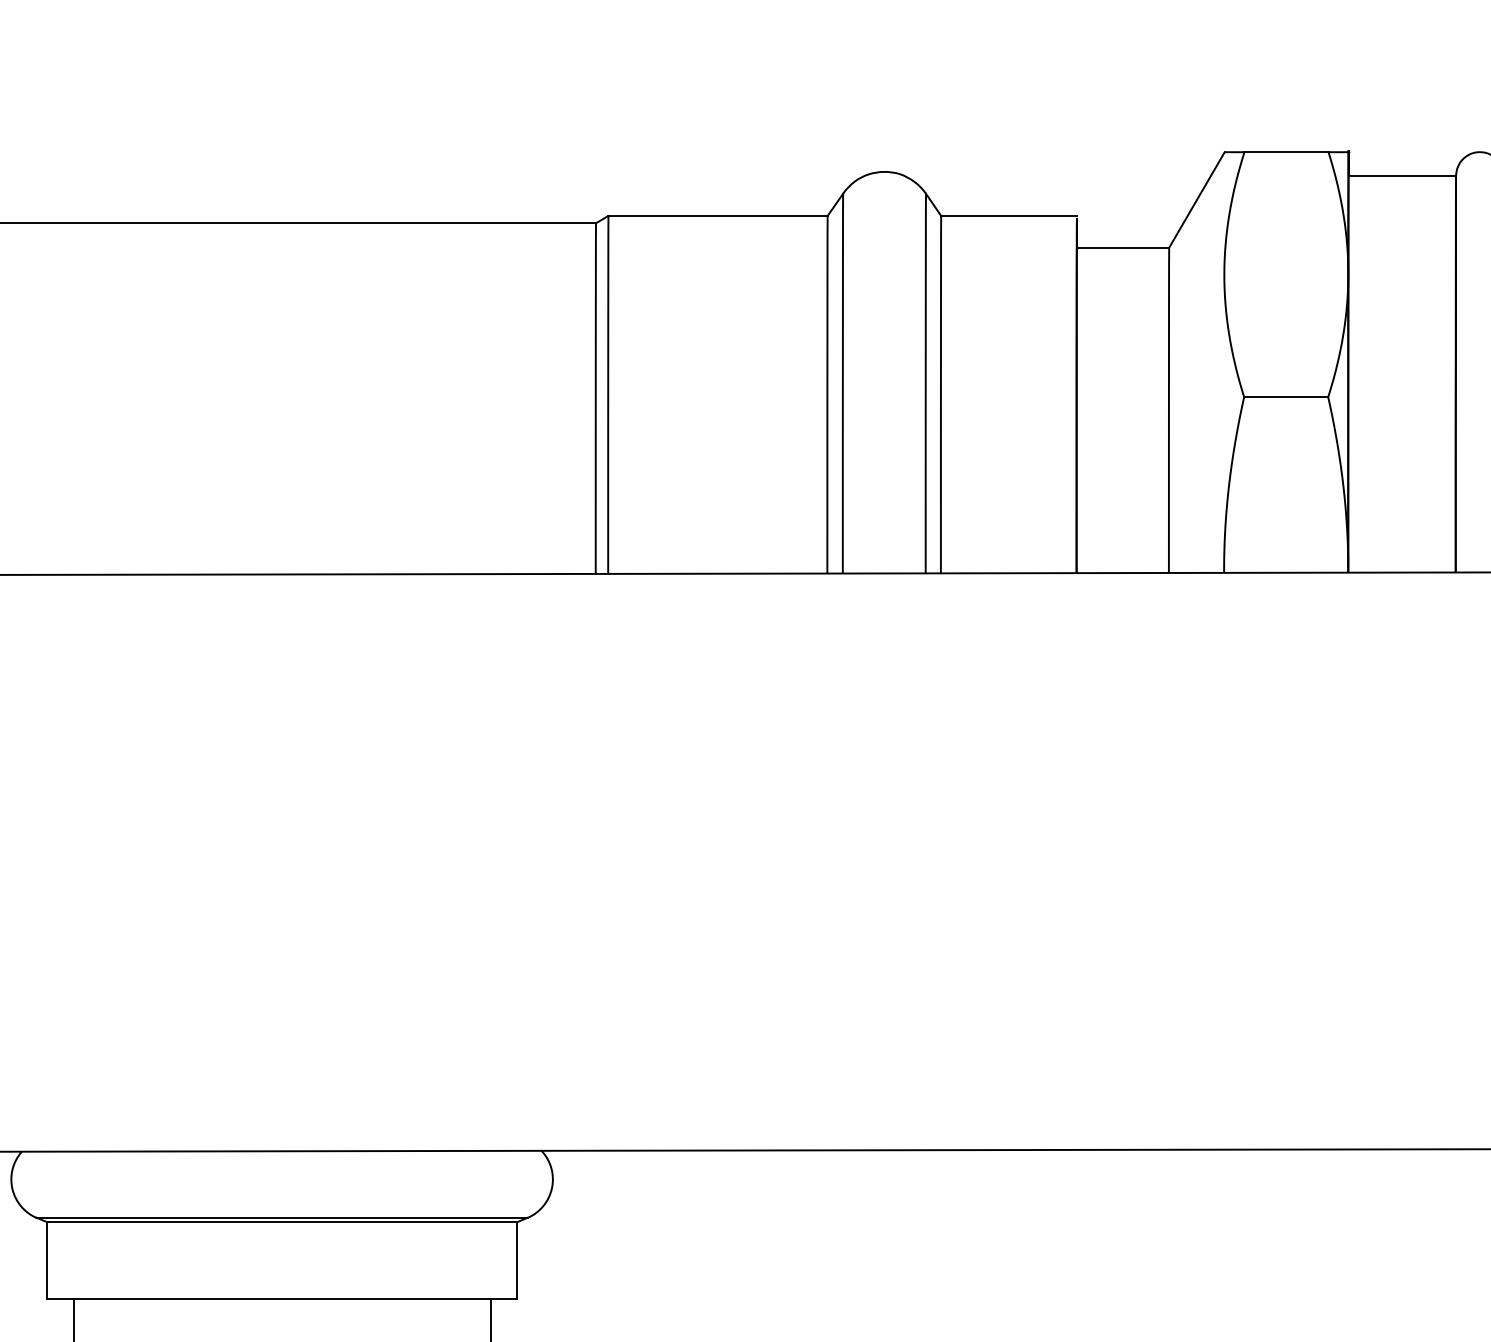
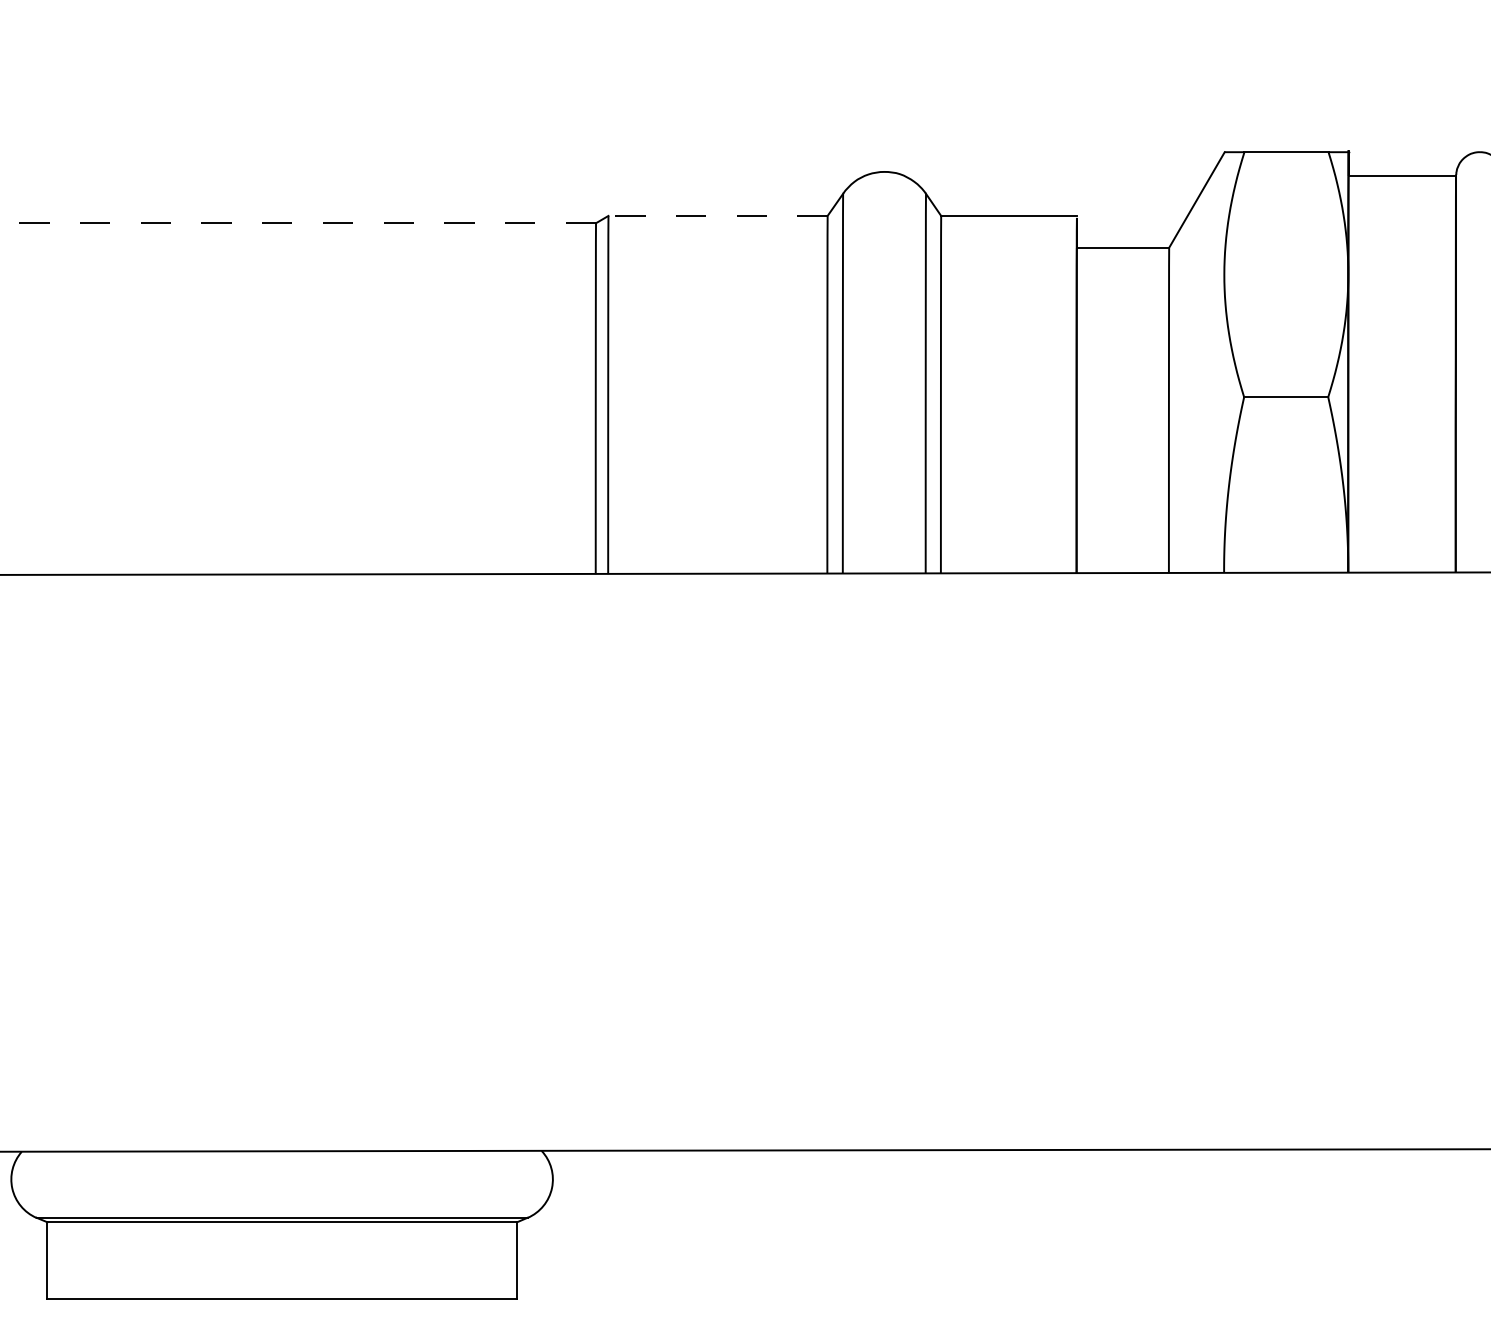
line at (718, 215): solid -> dashed
line at (298, 223): solid -> dashed
line at (73, 1318): present -> none
line at (490, 1318): present -> none
